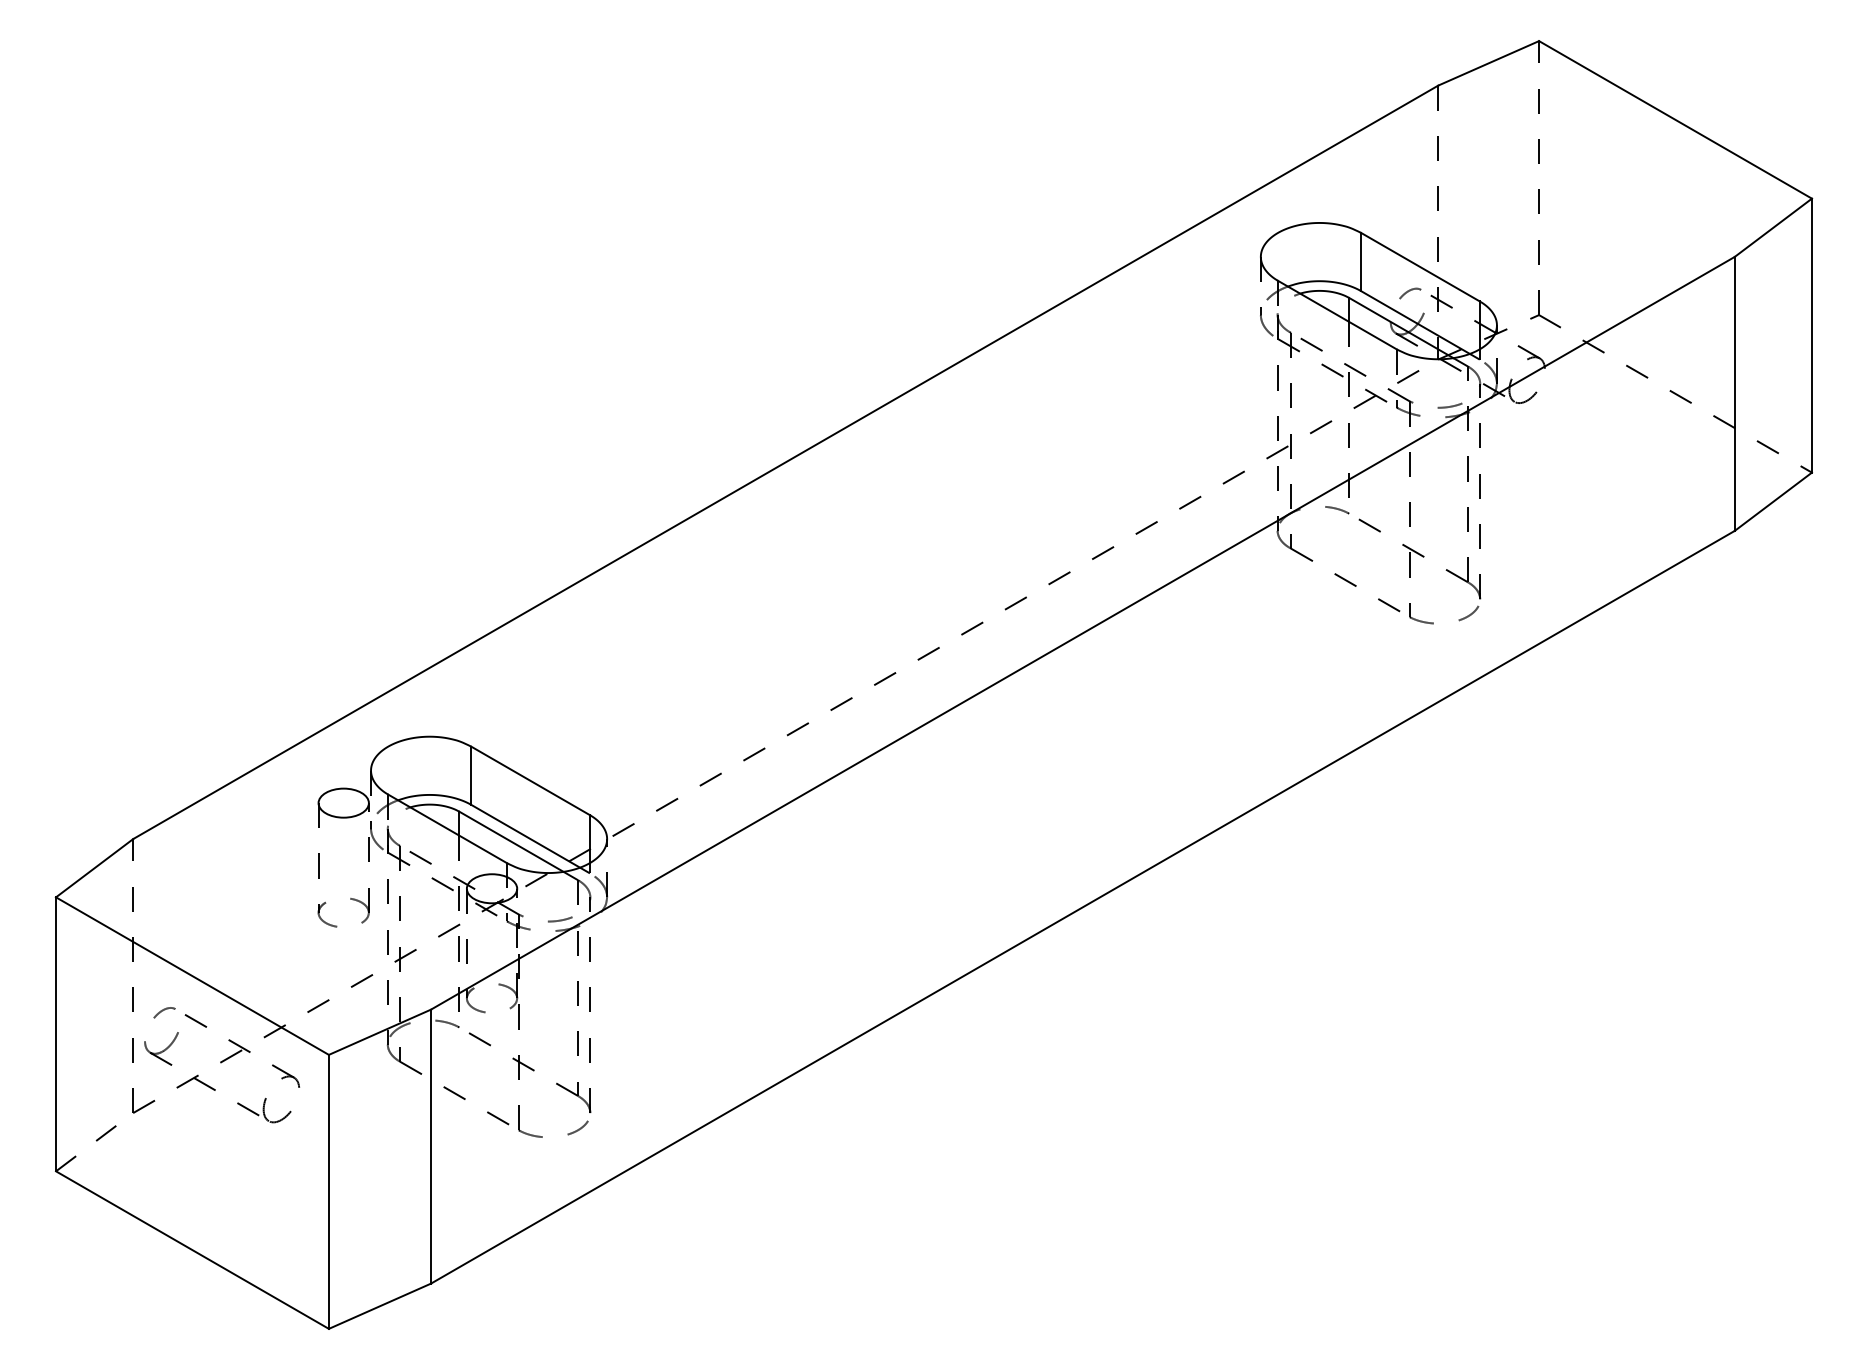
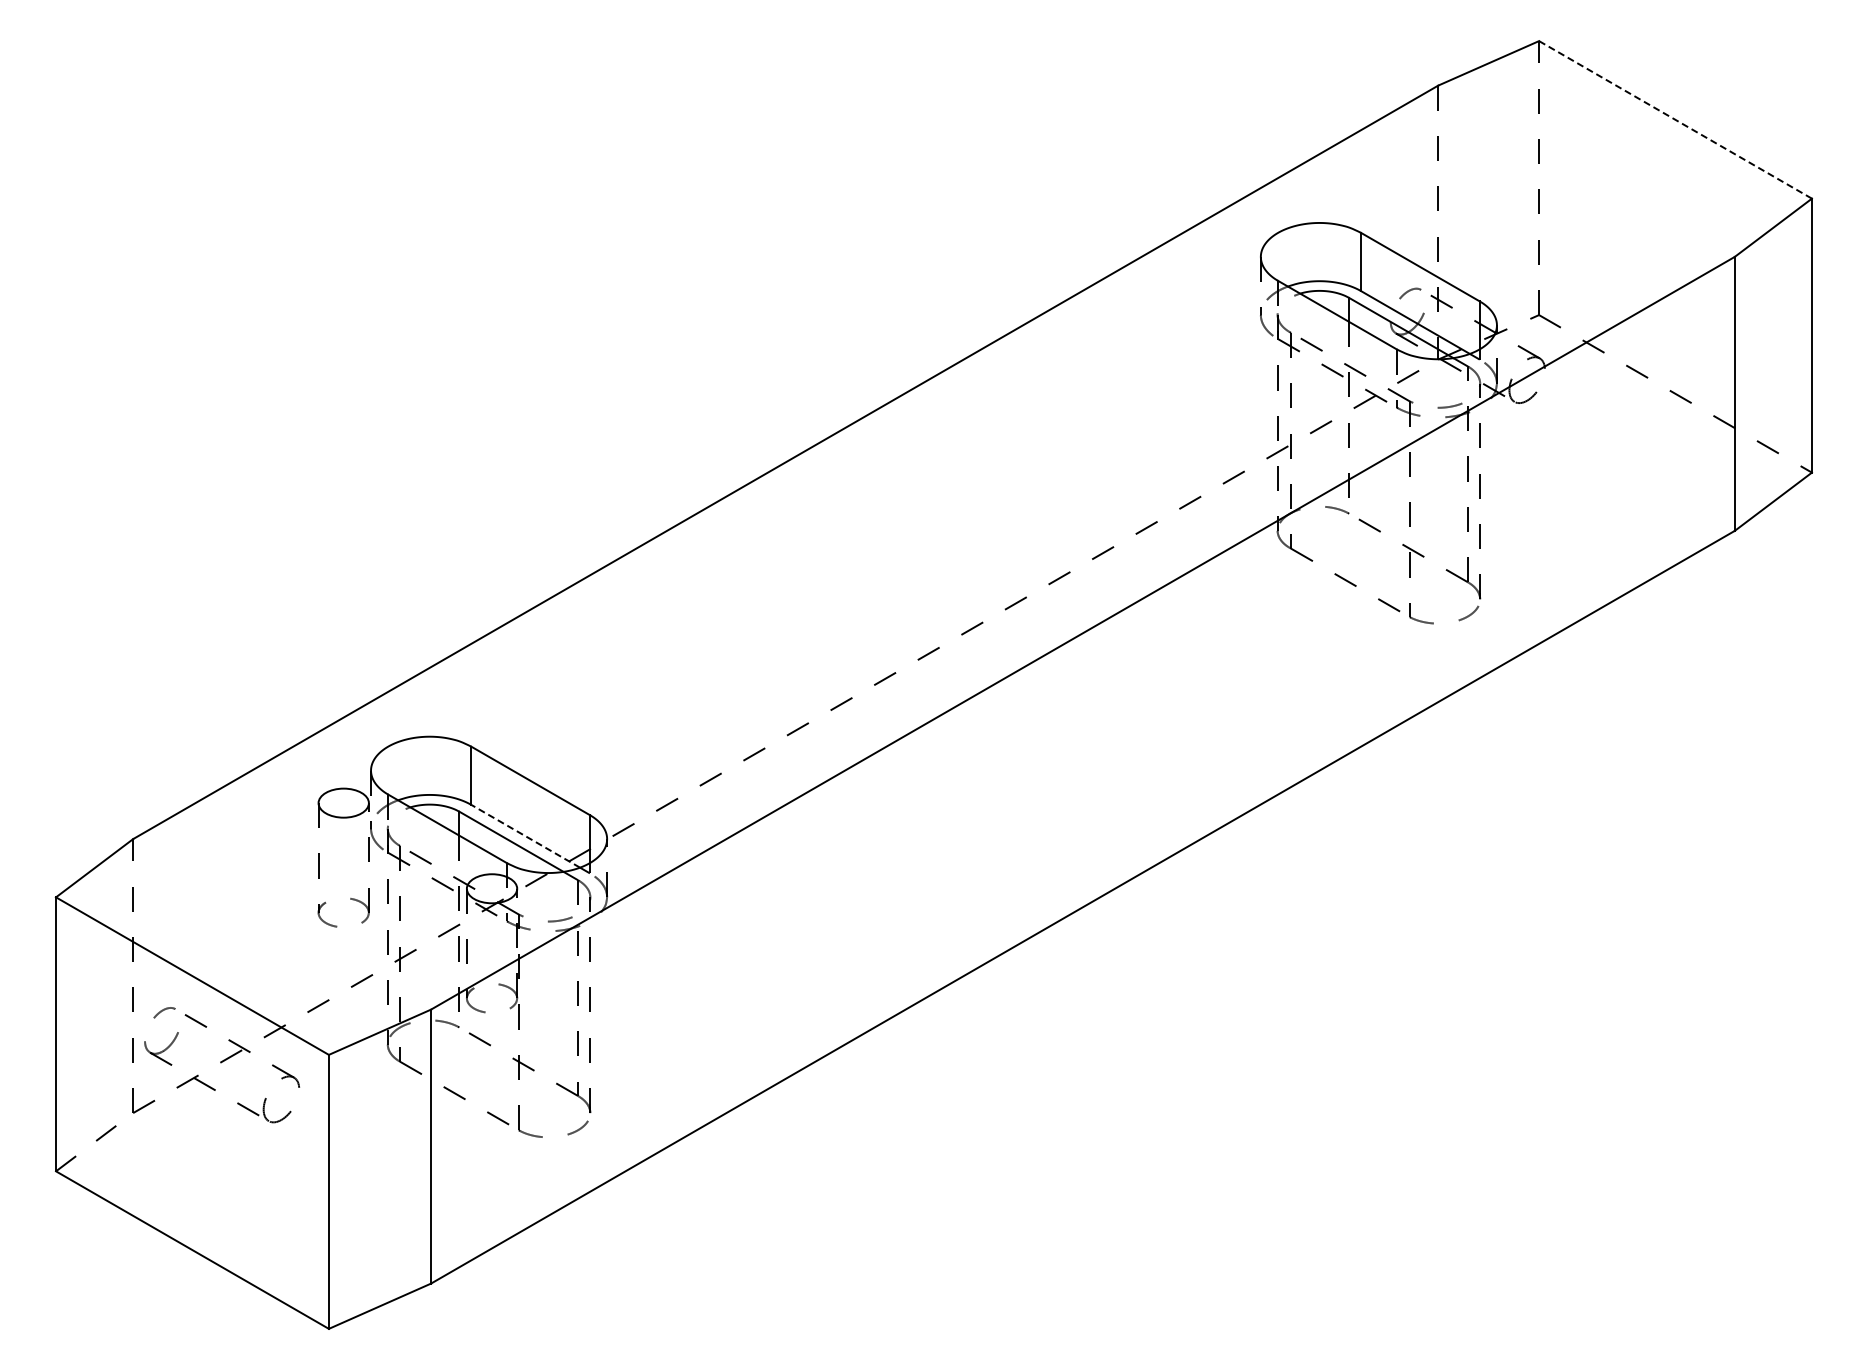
line at (1675, 119): solid -> dashed
line at (525, 836): solid -> dashed
